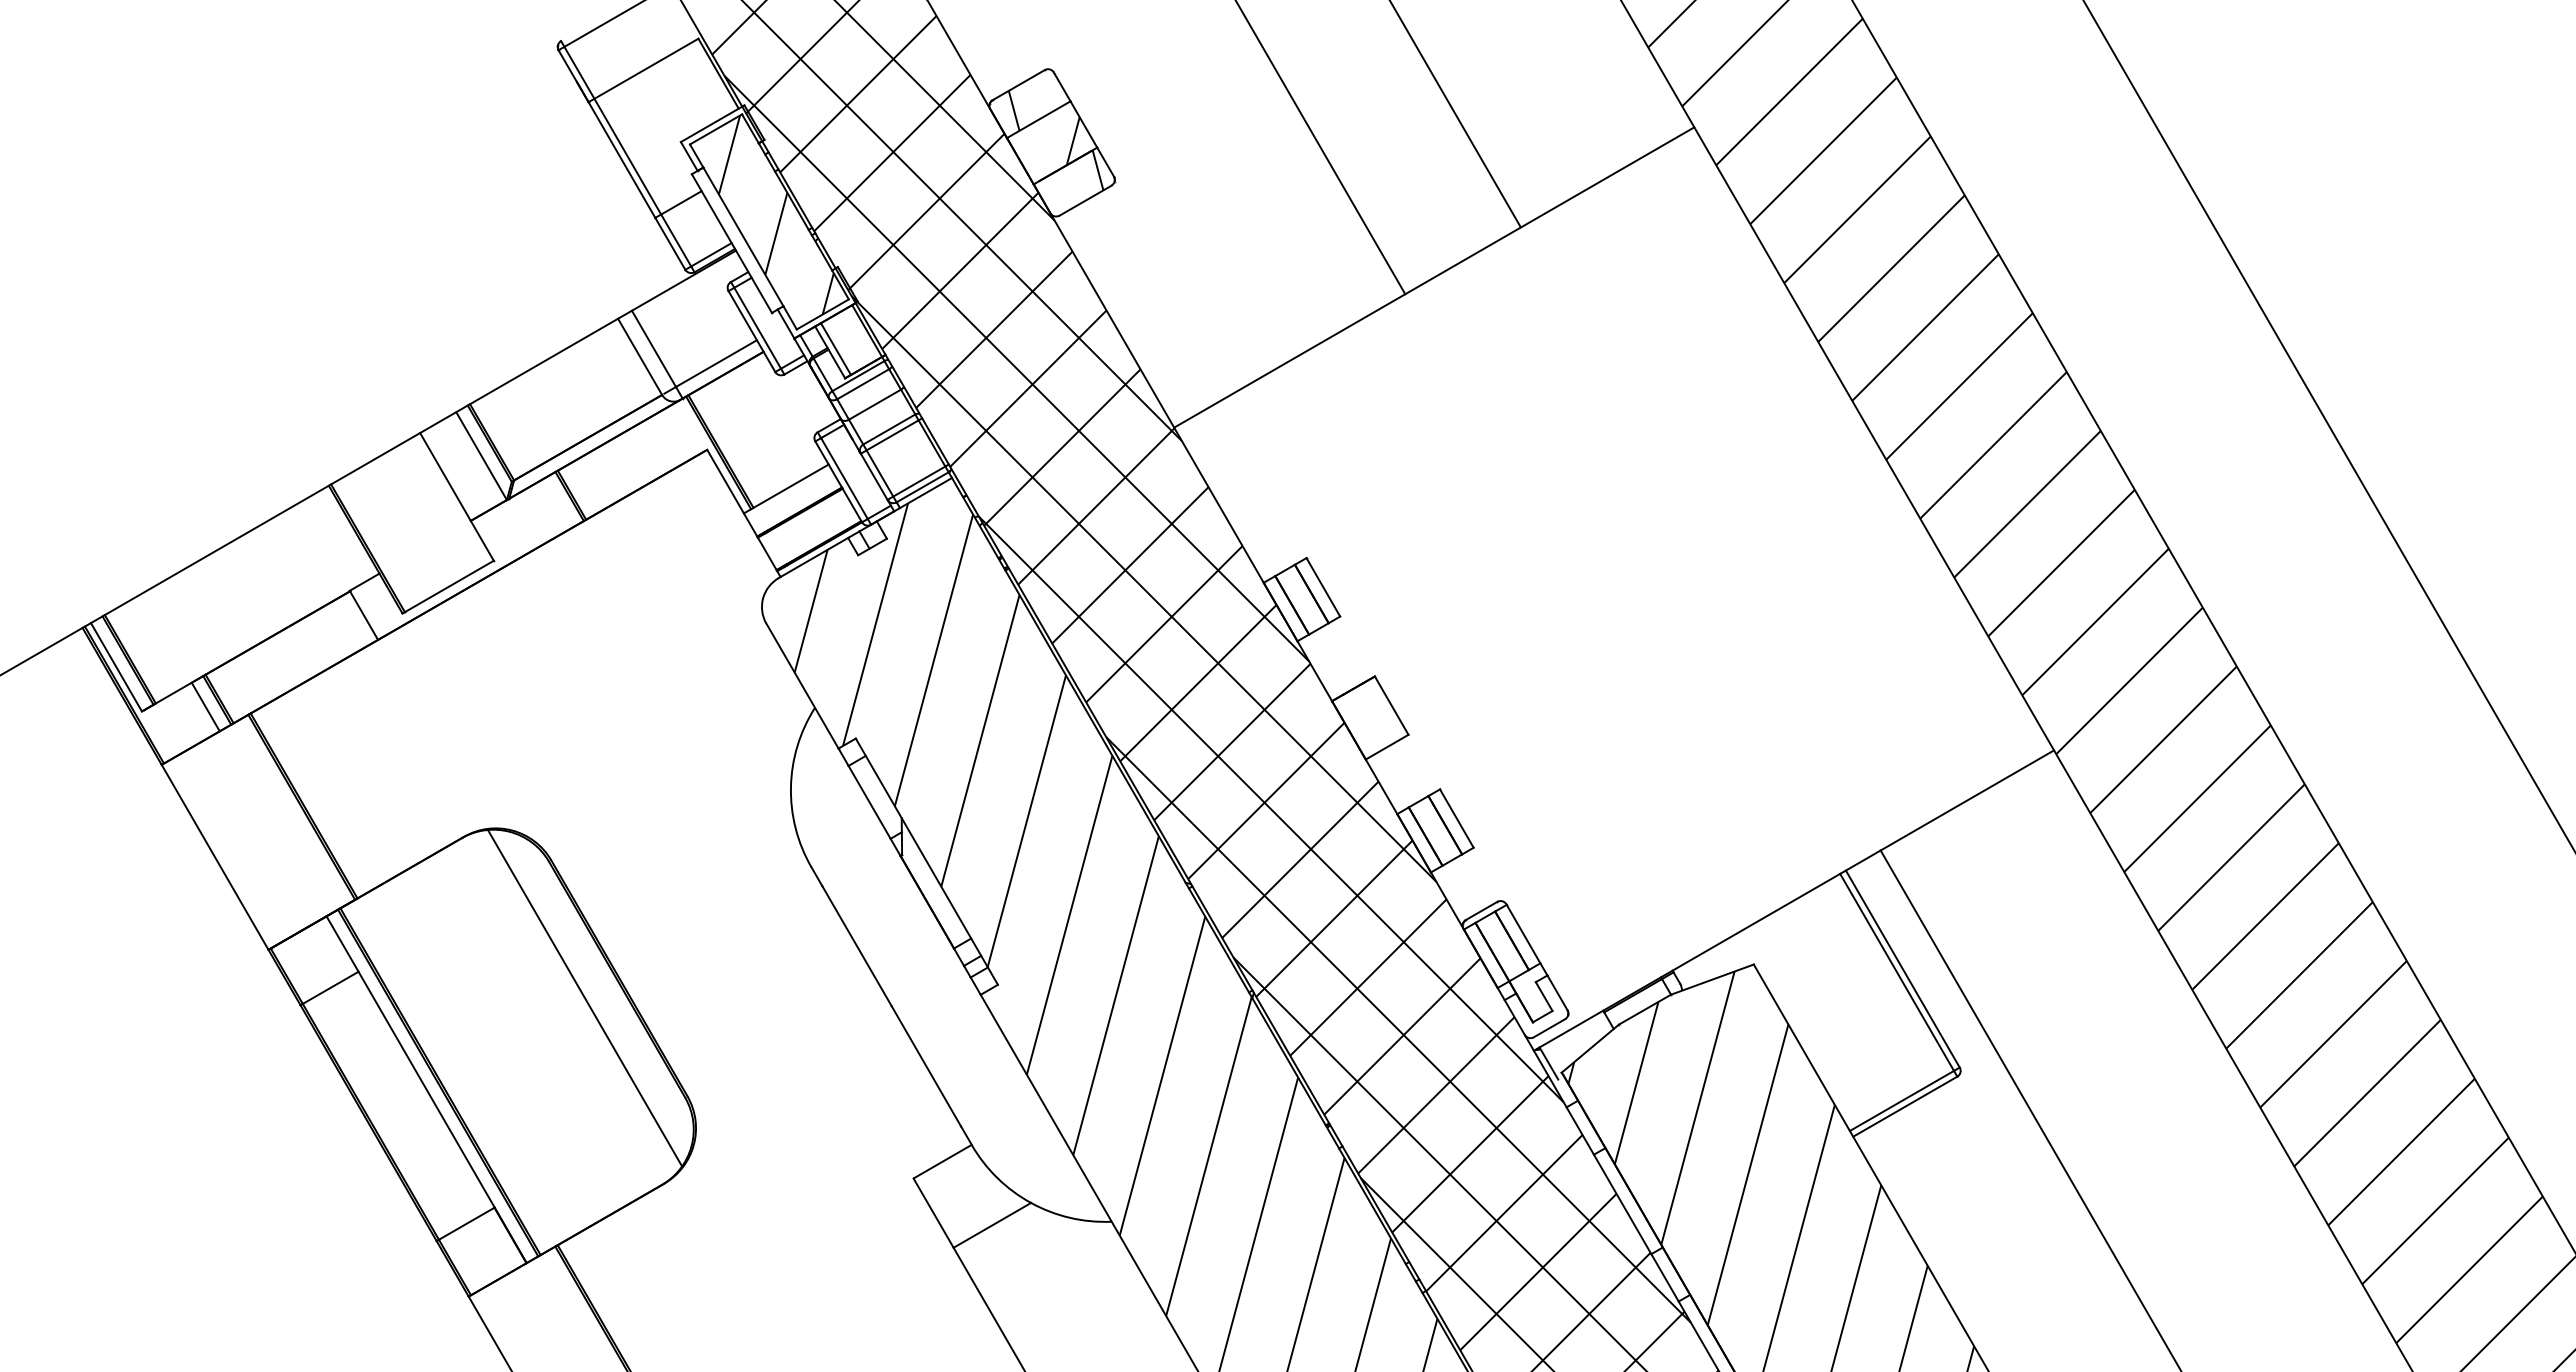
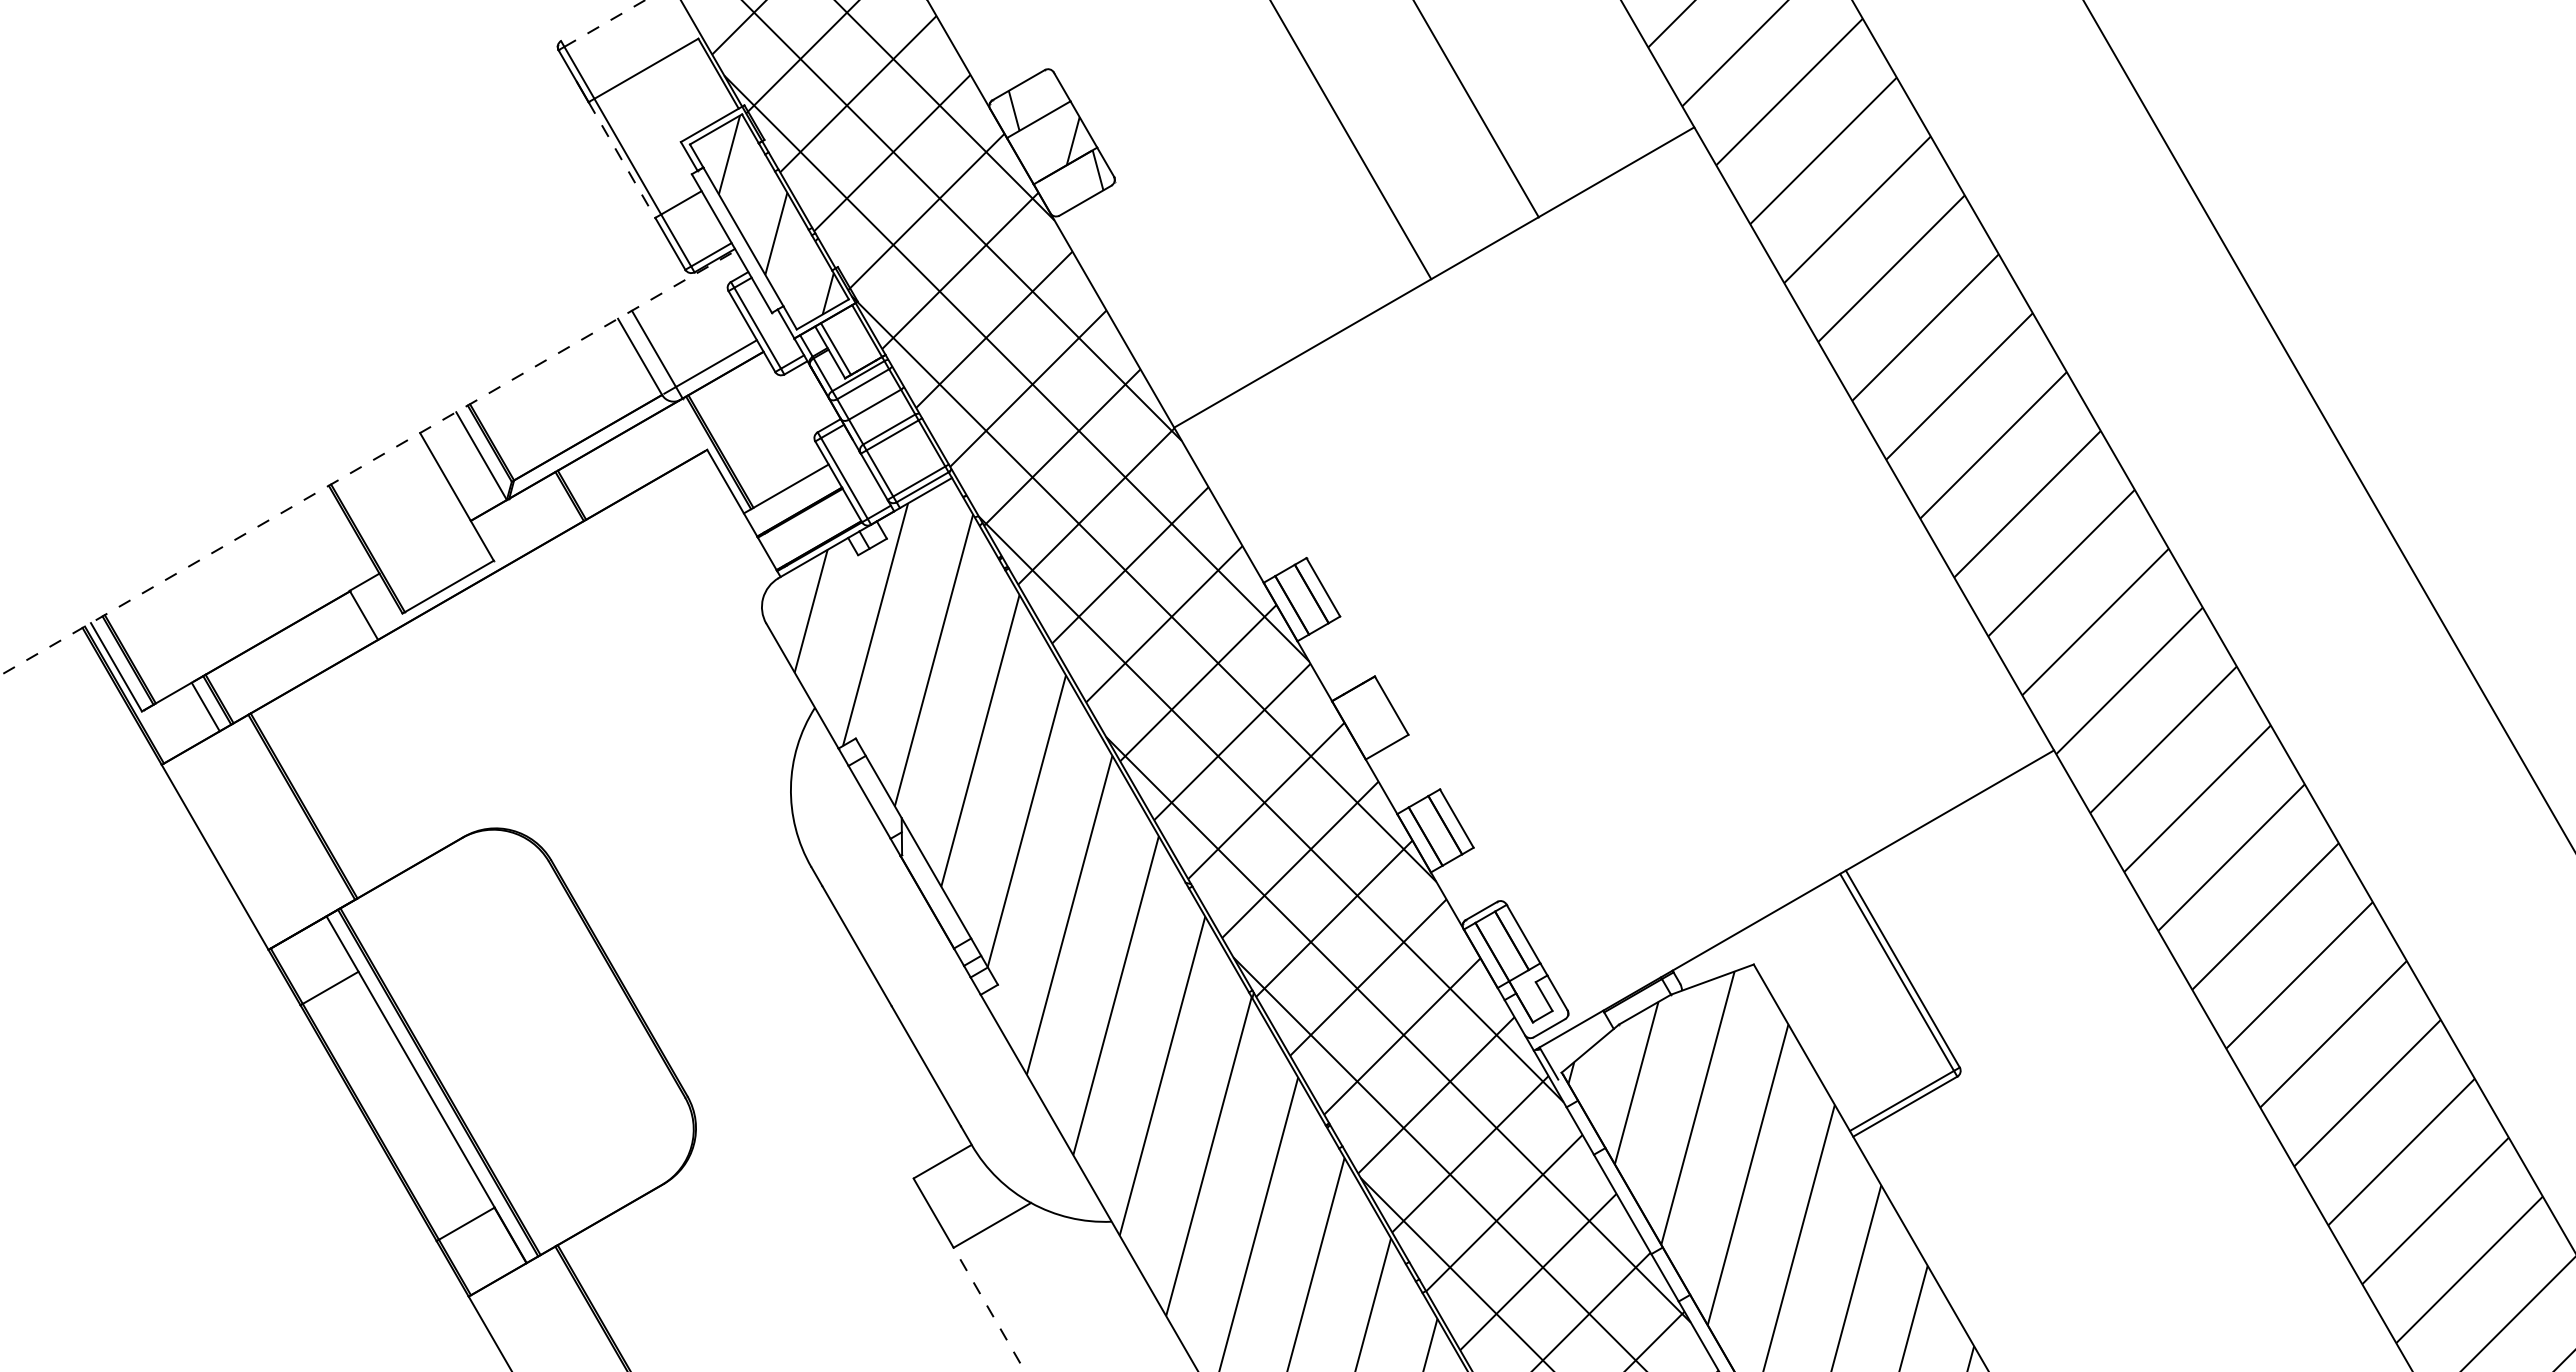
line at (604, 23): solid -> dashed
line at (1455, 114) position: (1455, 114) -> (1476, 109)
line at (1320, 148) position: (1320, 148) -> (1351, 140)
line at (621, 160): solid -> dashed
line at (368, 463): solid -> dashed
line at (584, 998): present -> none
line at (2029, 1109): present -> none
line at (989, 1309): solid -> dashed
